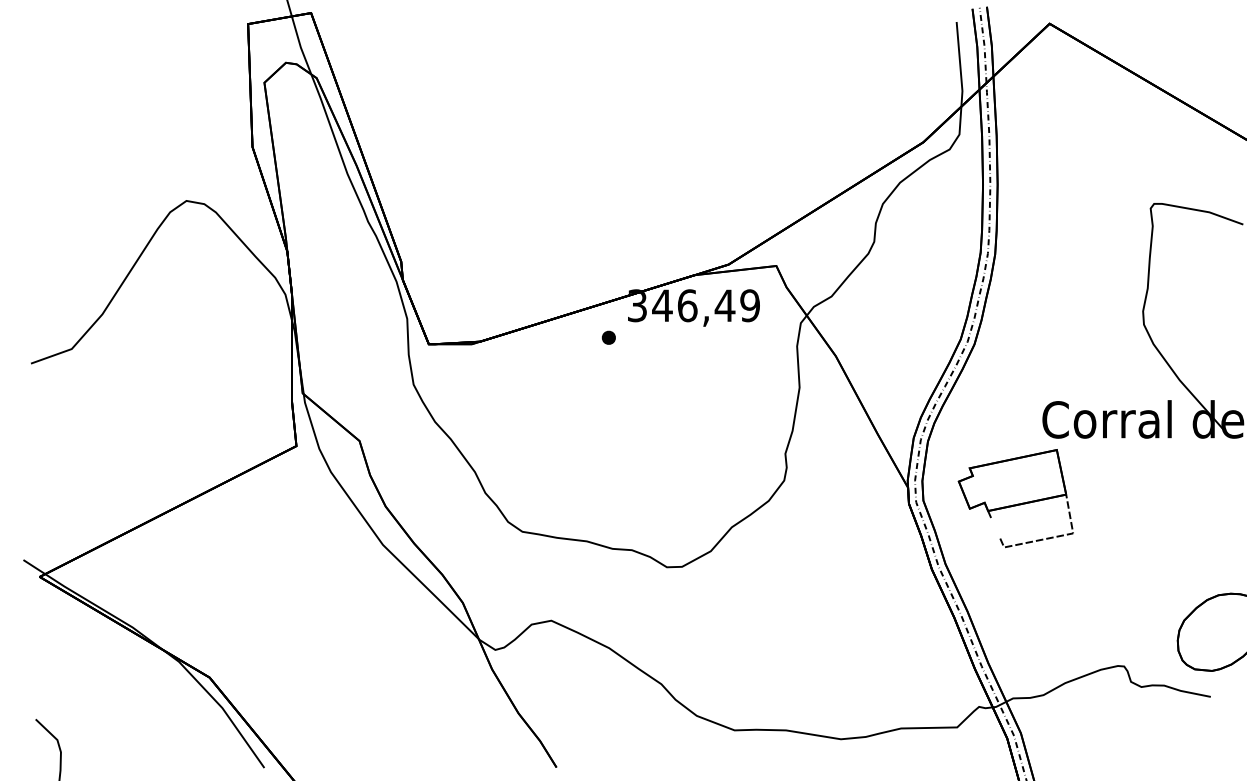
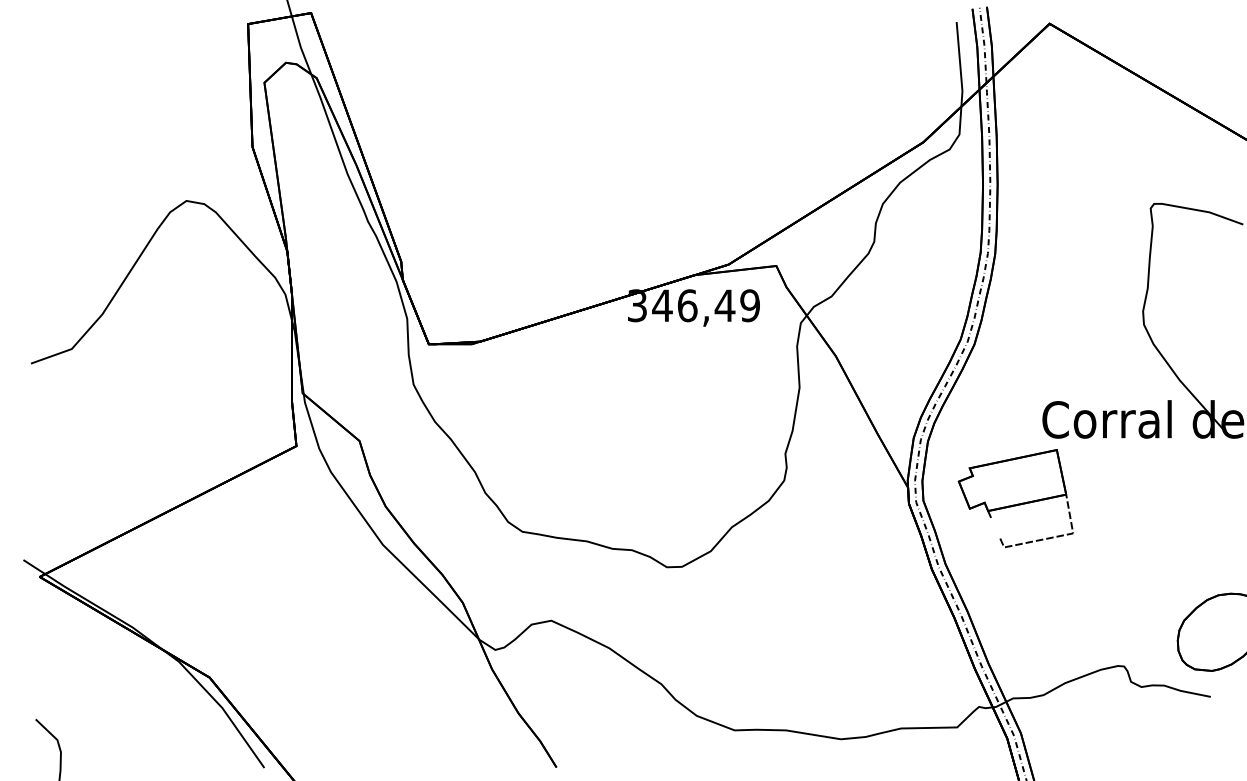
part at (608, 337): present -> none
